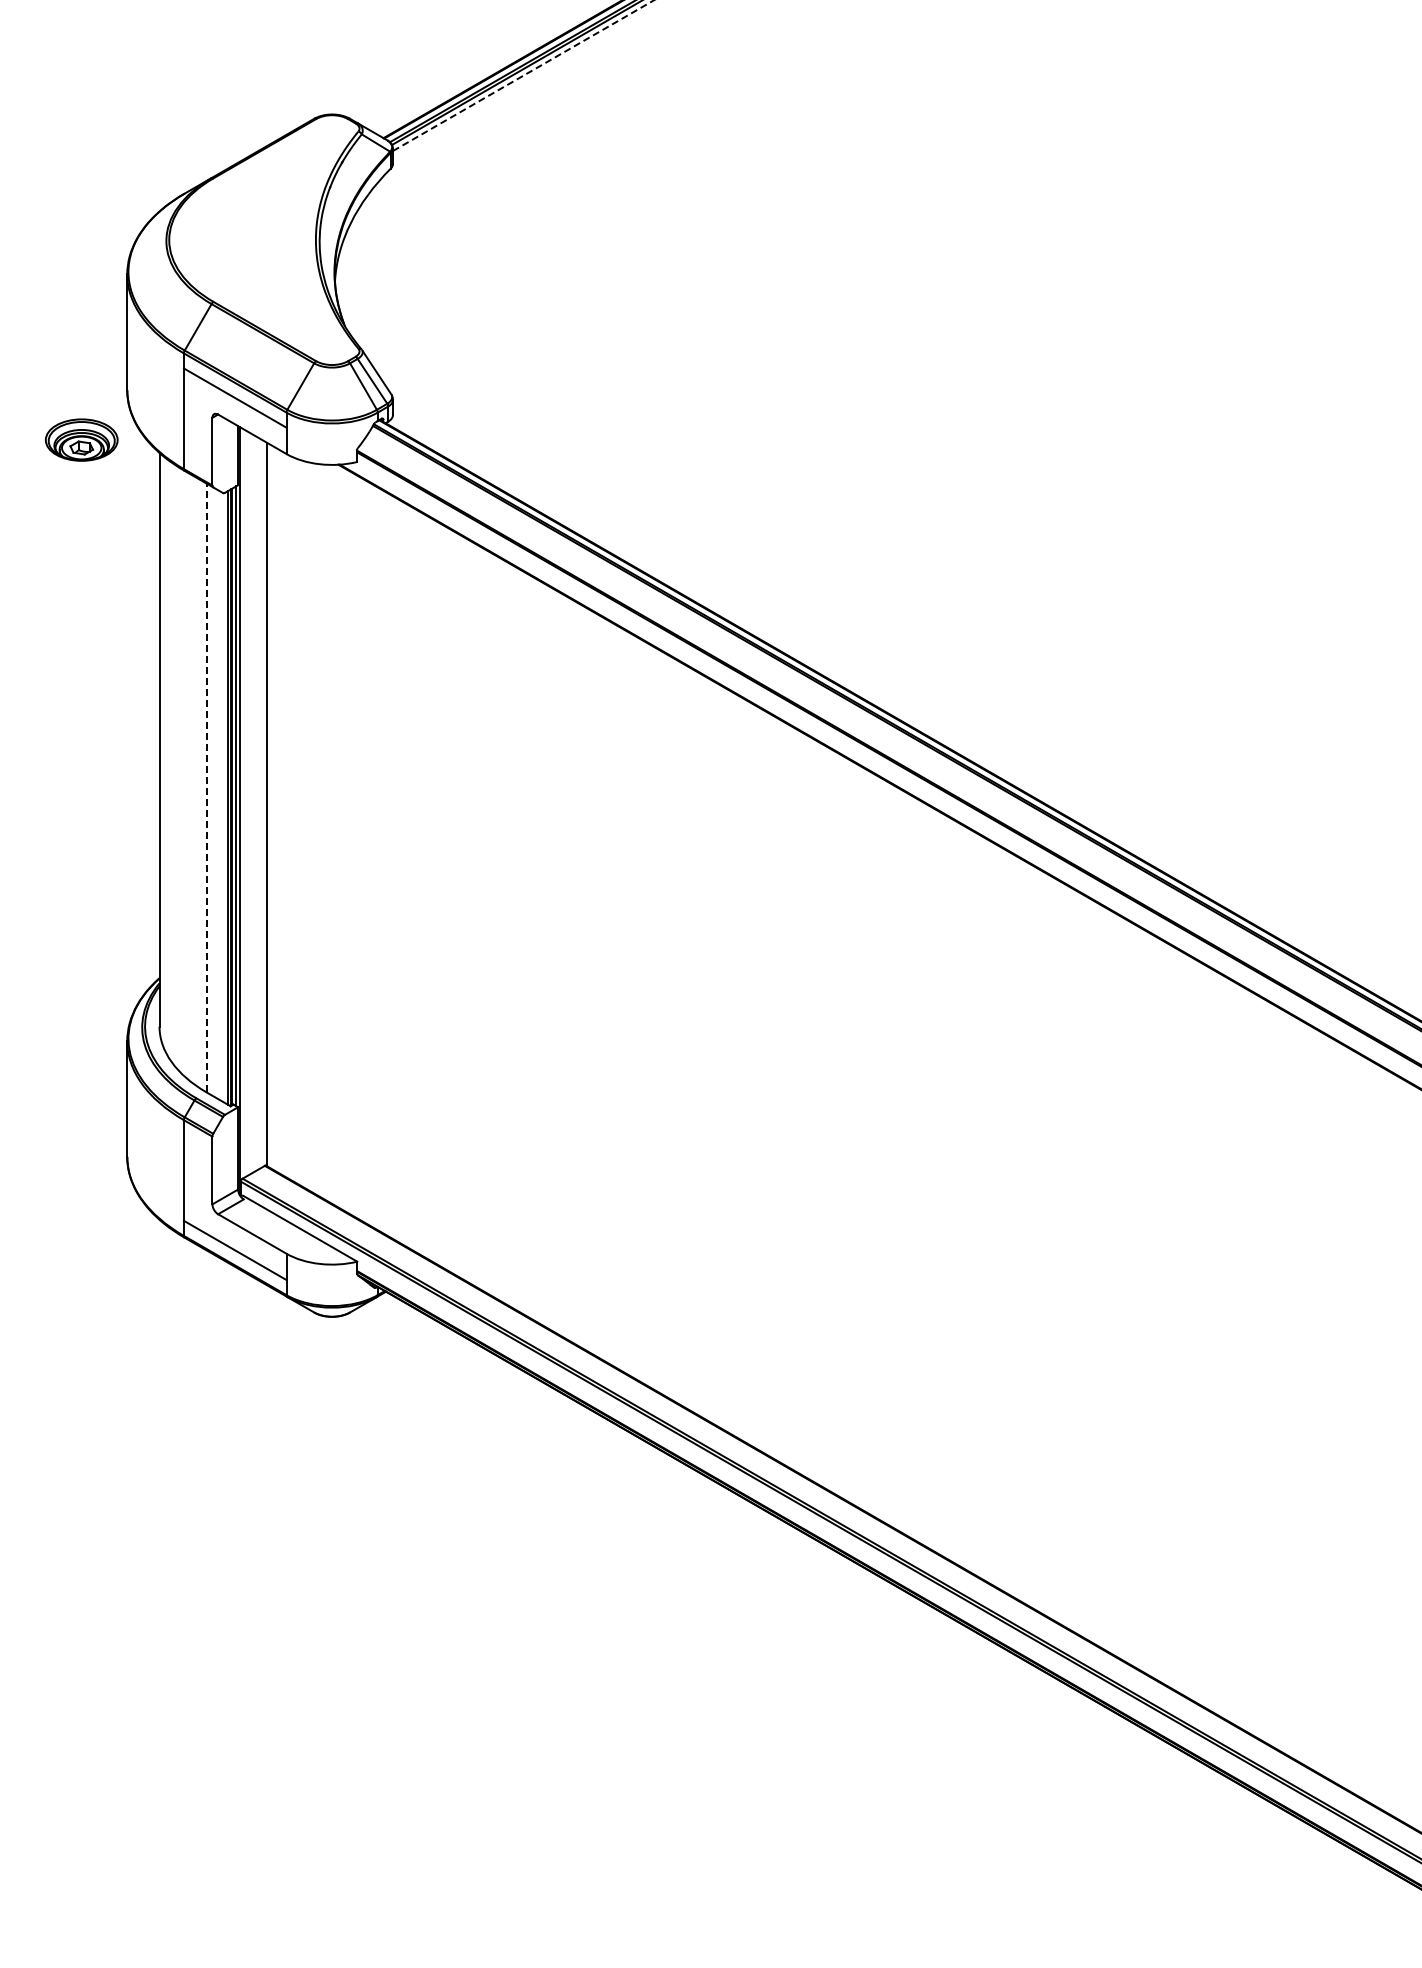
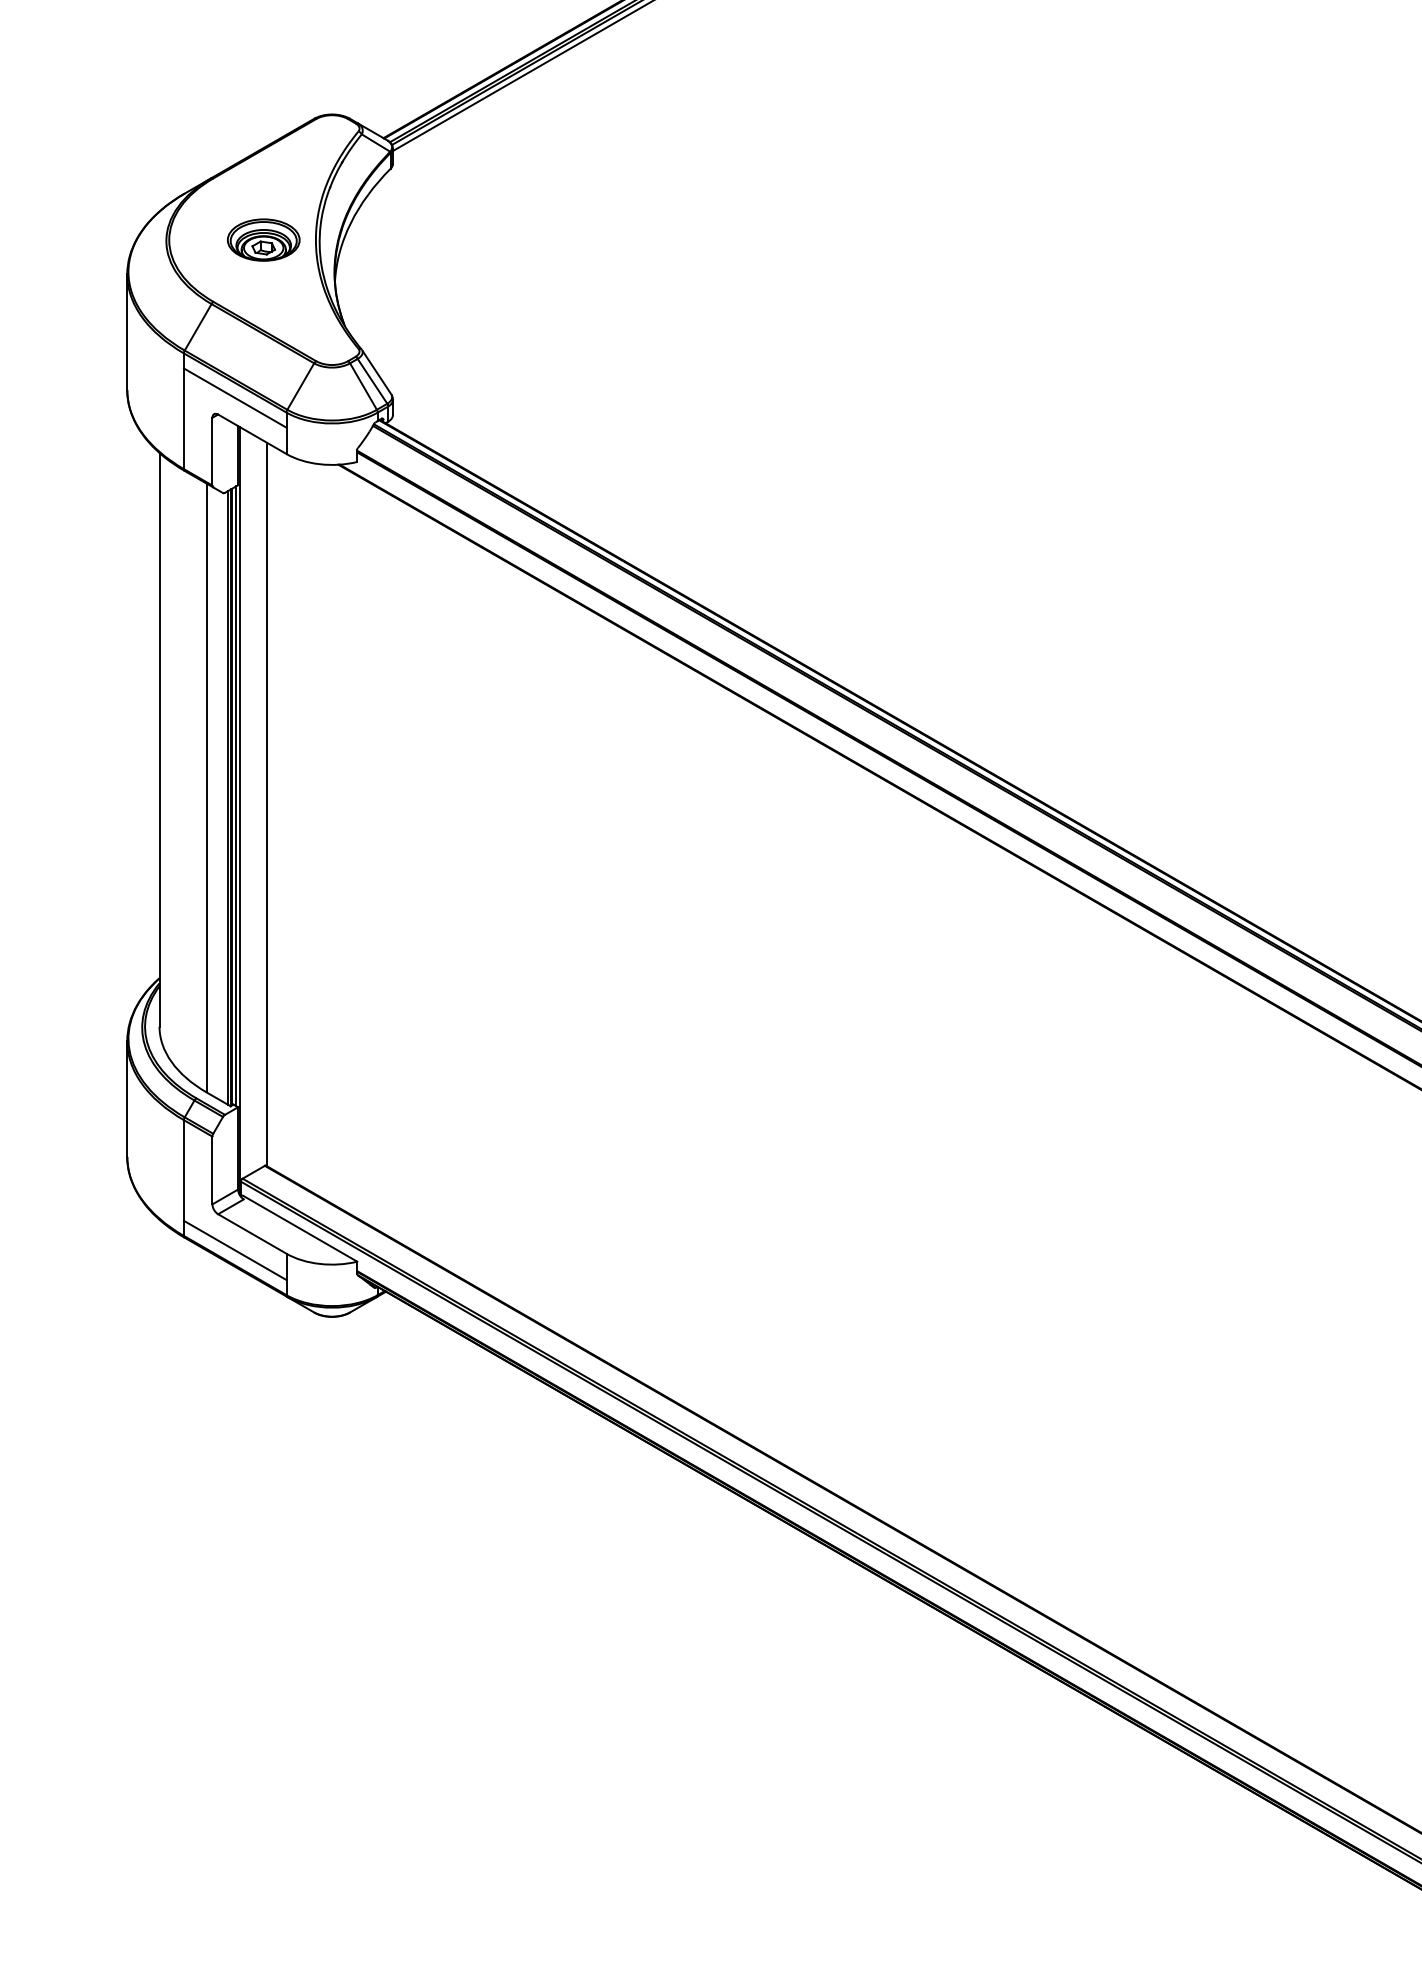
line at (523, 75): dashed -> solid
part at (81, 439) position: (81, 439) -> (263, 239)
line at (206, 787): dashed -> solid
